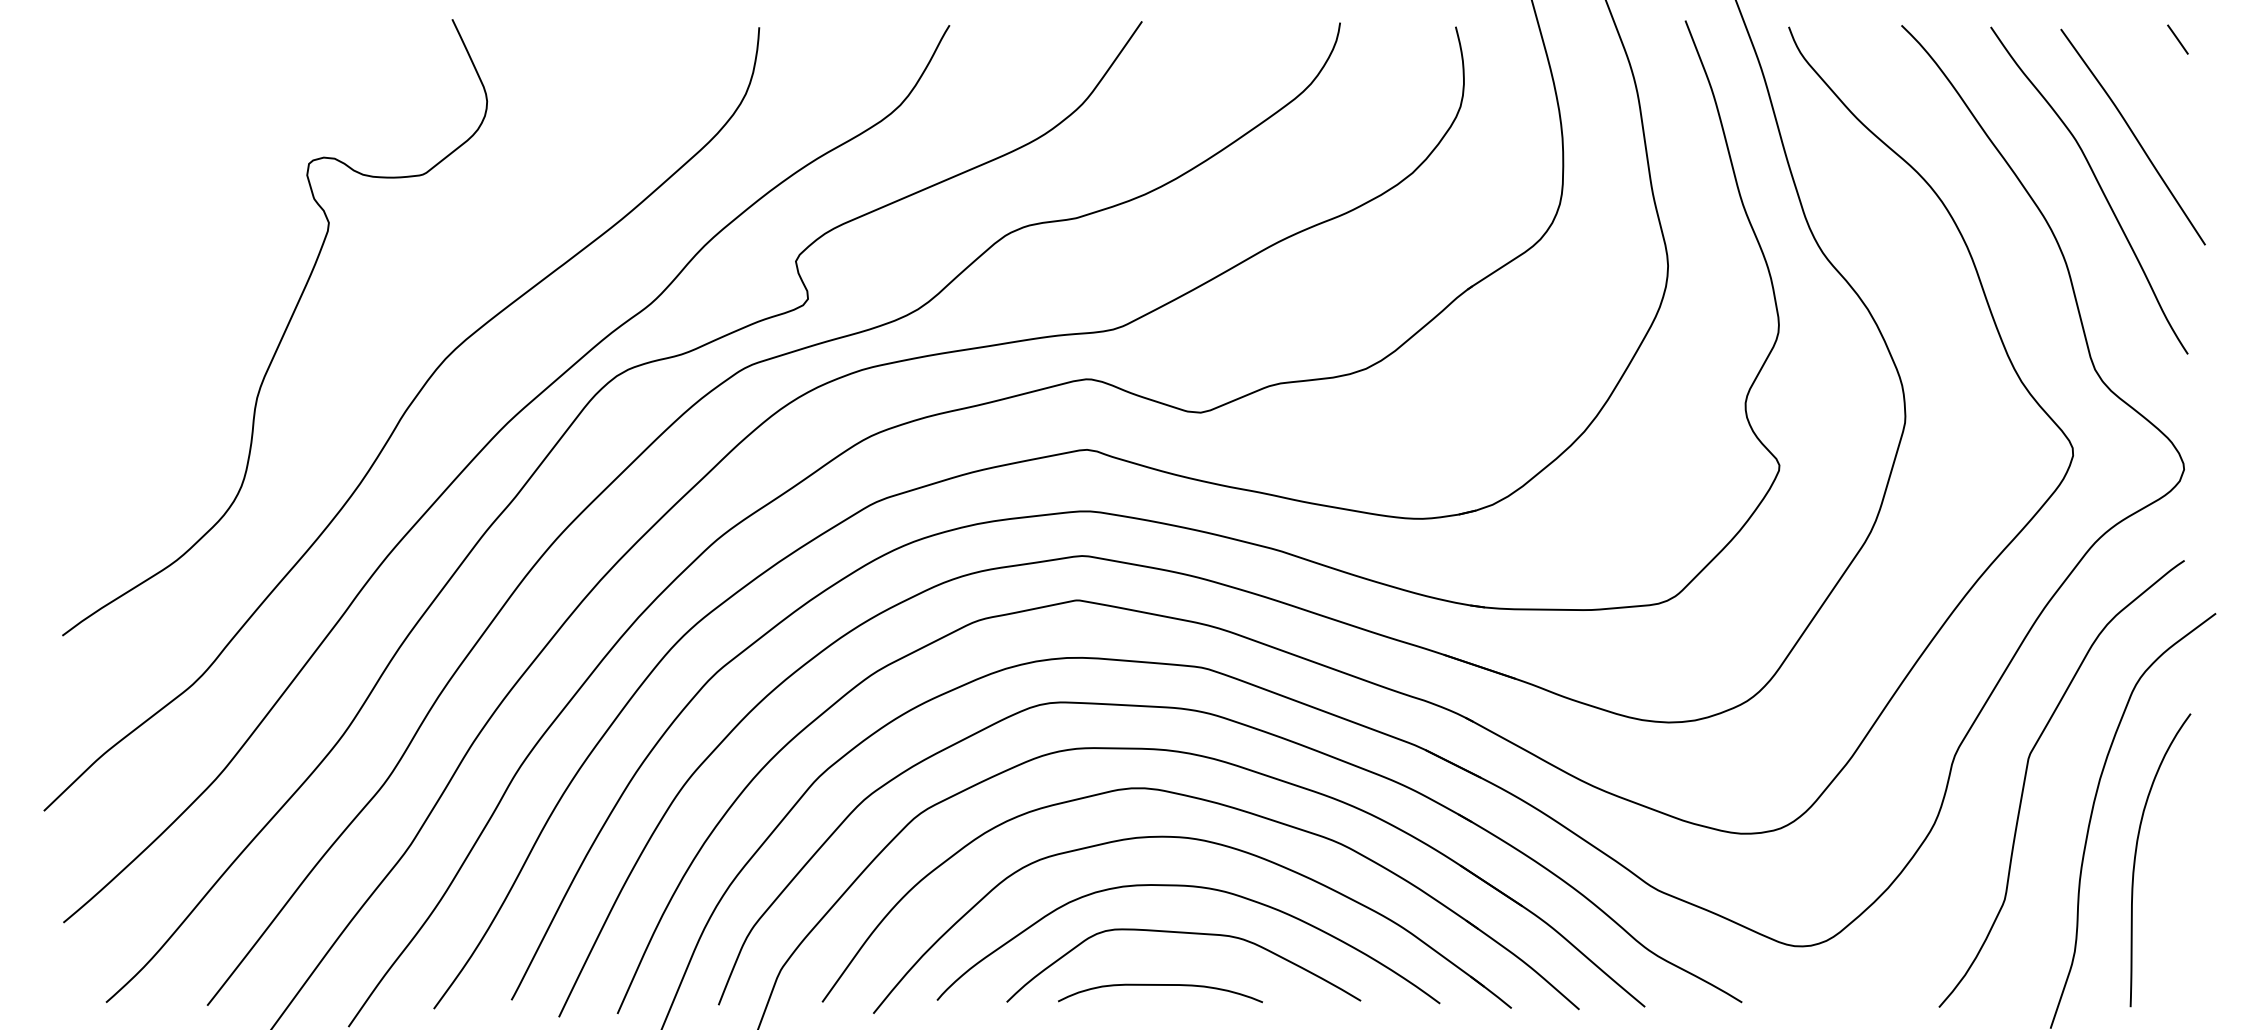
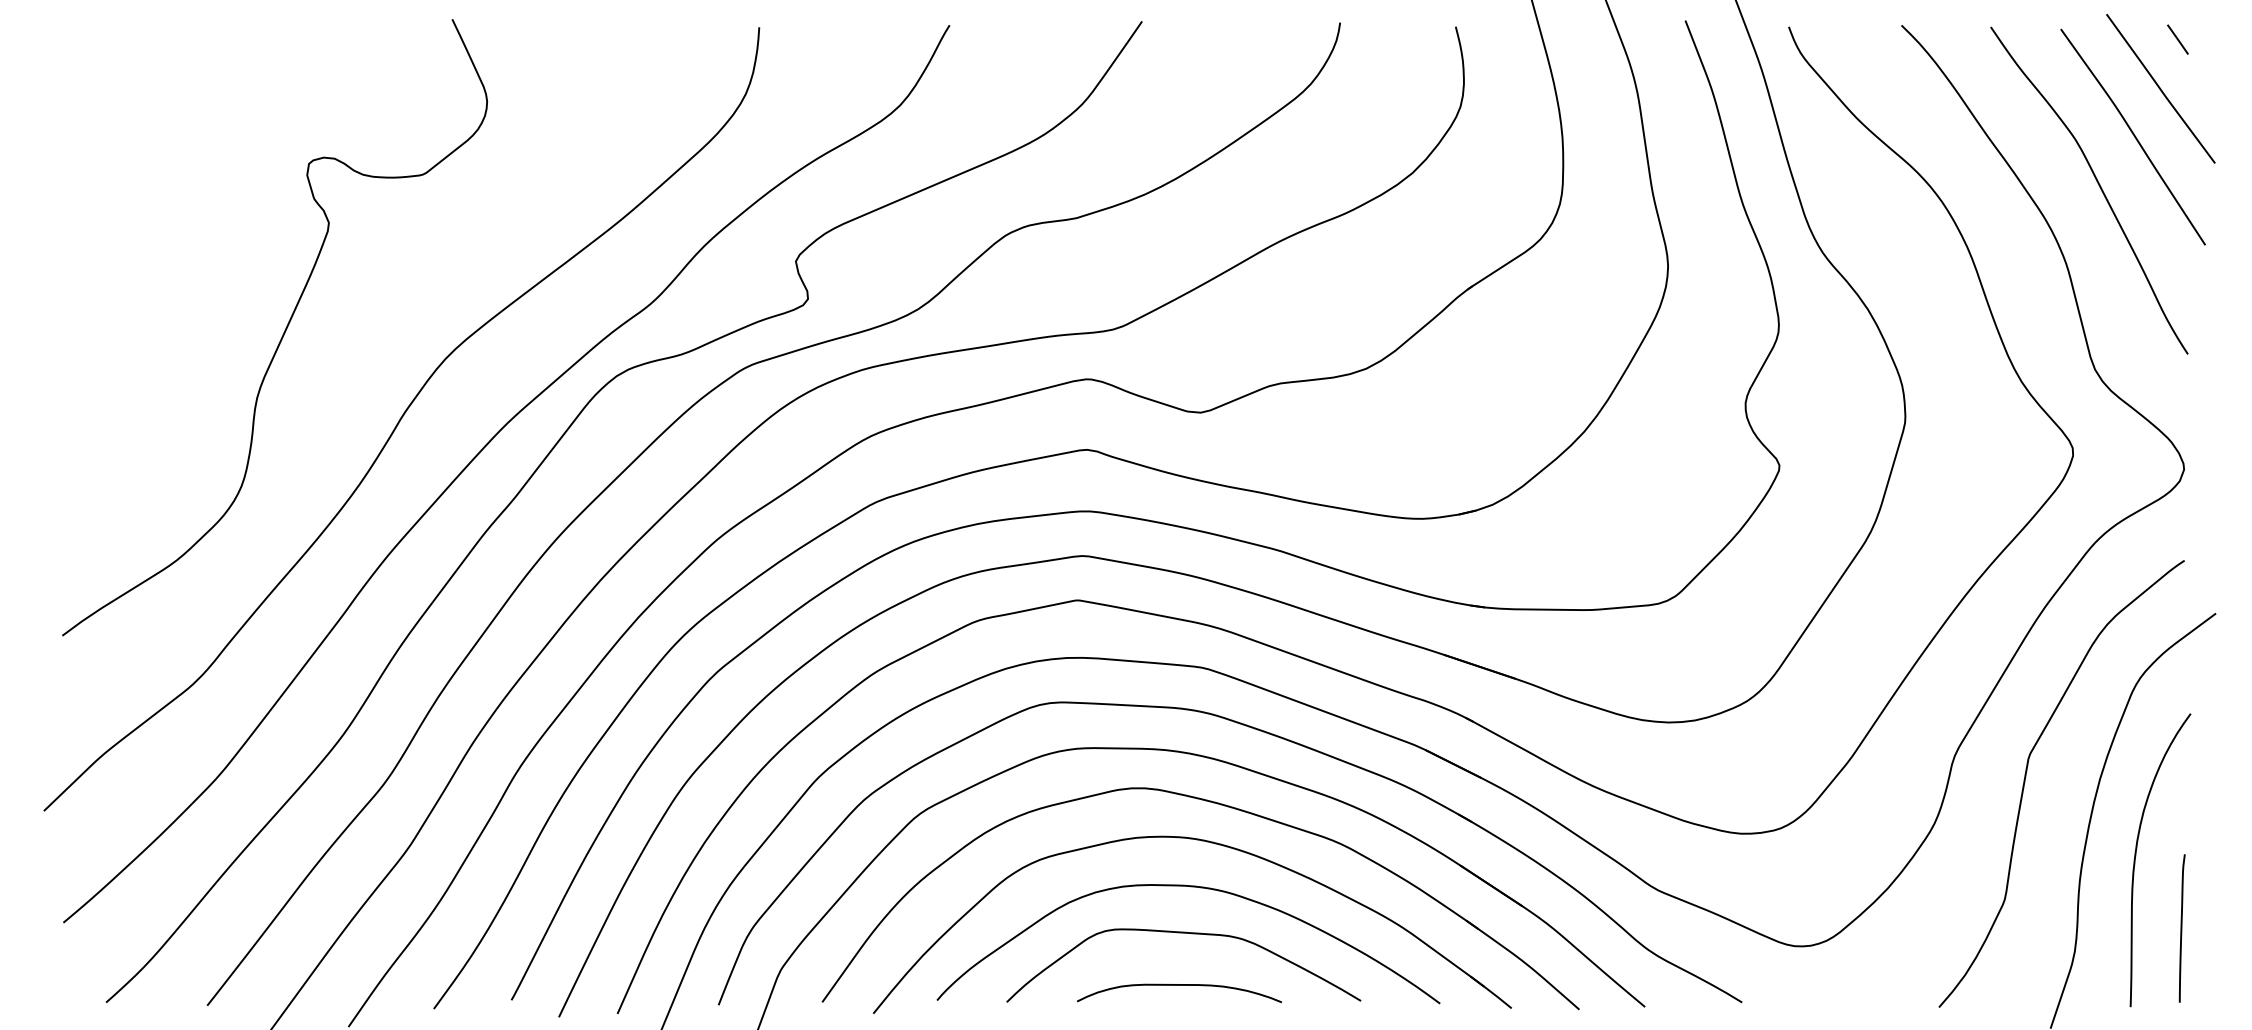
line at (2160, 88): none -> present
curve at (2181, 928): none -> present
curve at (1160, 985) position: (1160, 985) -> (1179, 985)
